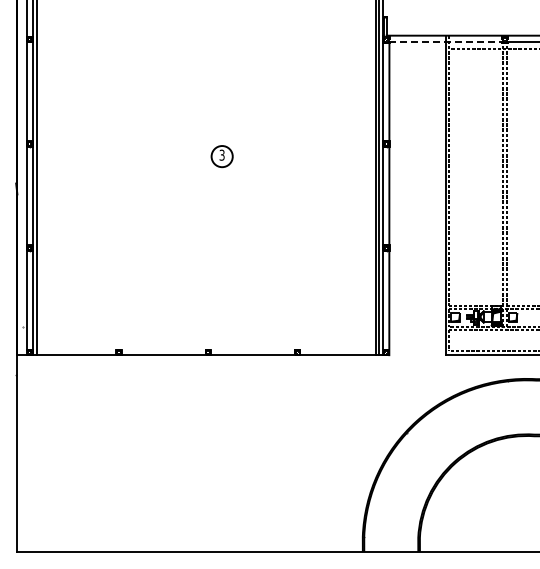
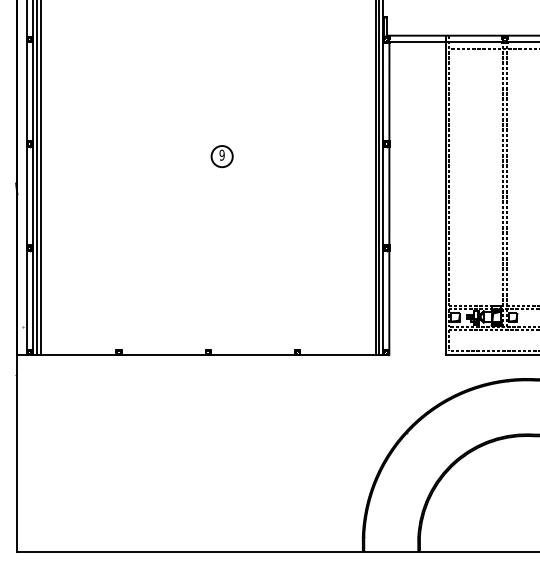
line at (446, 42): dashed -> solid
text at (221, 154): 3 -> 9
line at (40, 178): none -> present
